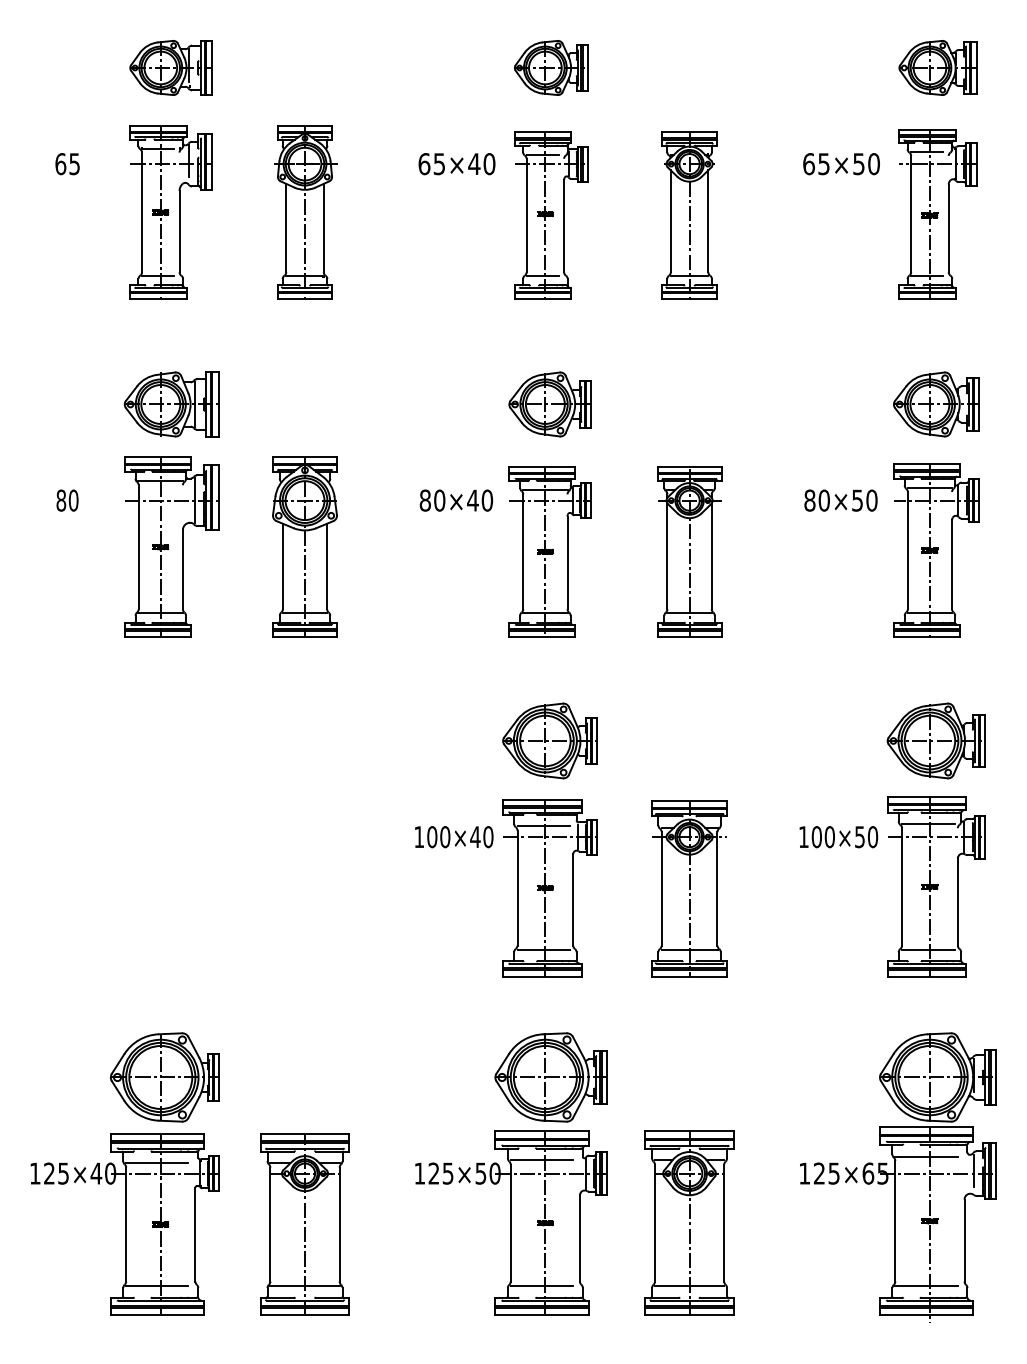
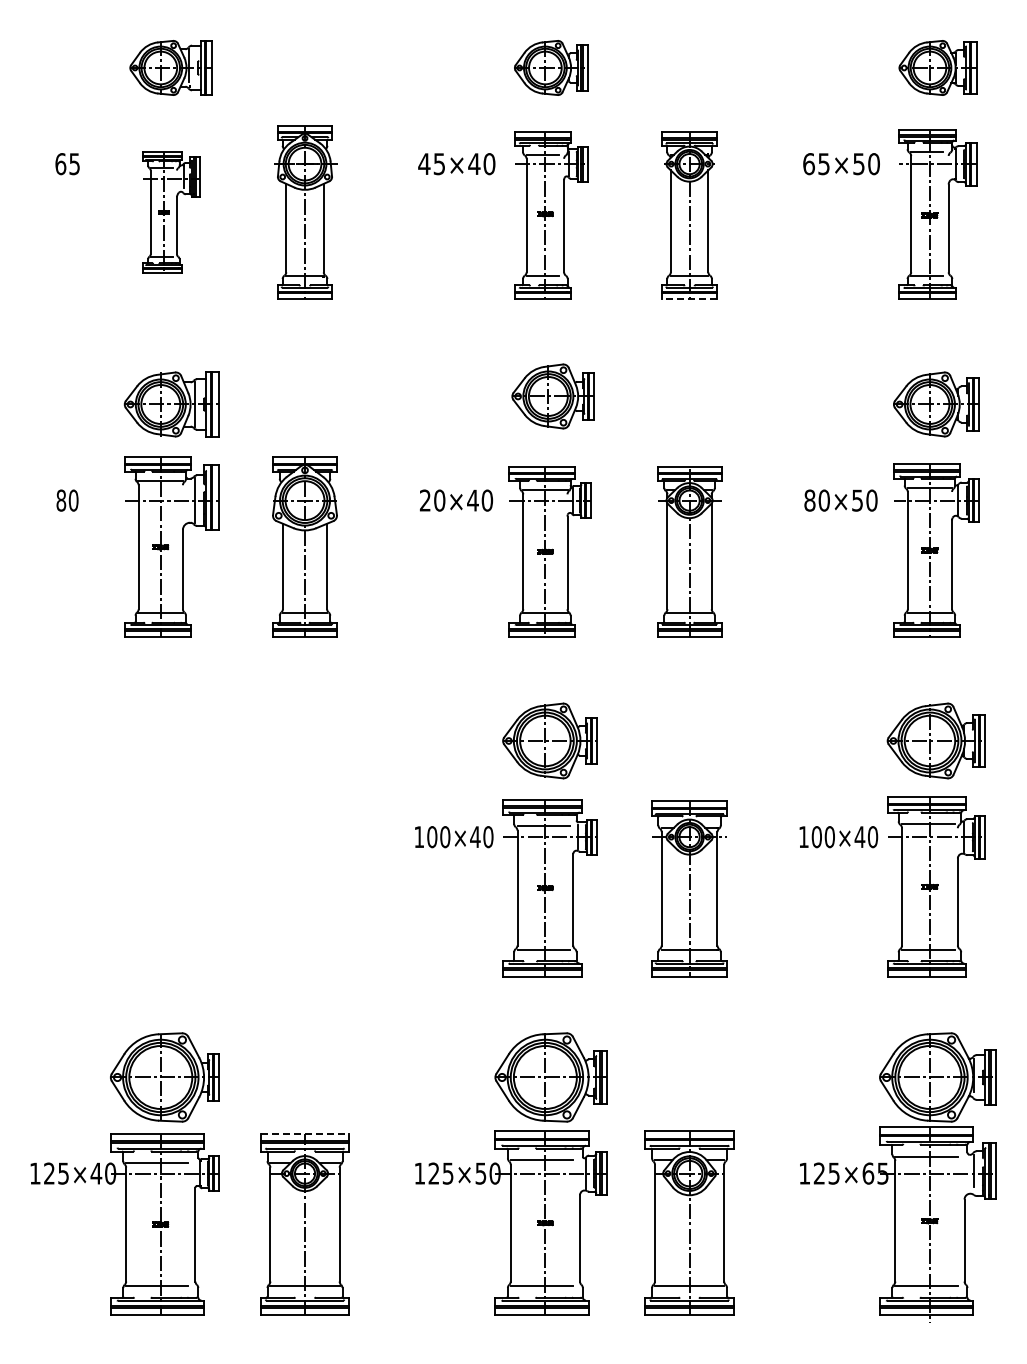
text at (424, 164): 65×40 -> 45×40
part at (170, 212) size: 84x175 px -> 59x123 px
line at (689, 298): solid -> dashed
part at (549, 404) position: (549, 404) -> (552, 396)
text at (424, 500): 80×40 -> 20×40
text at (859, 837): 100×50 -> 100×40
line at (305, 1133): solid -> dashed
